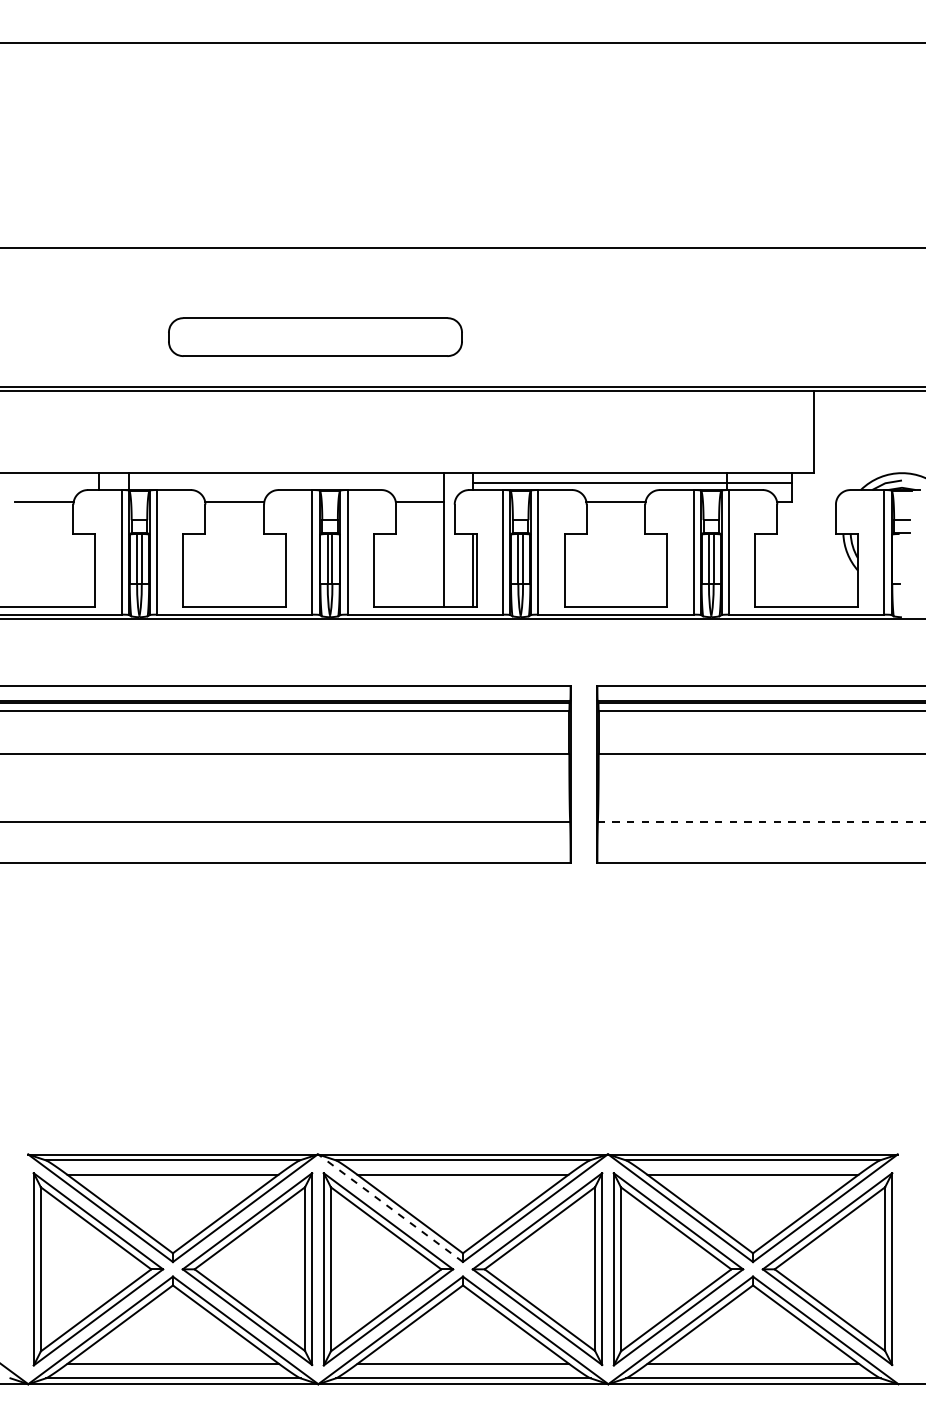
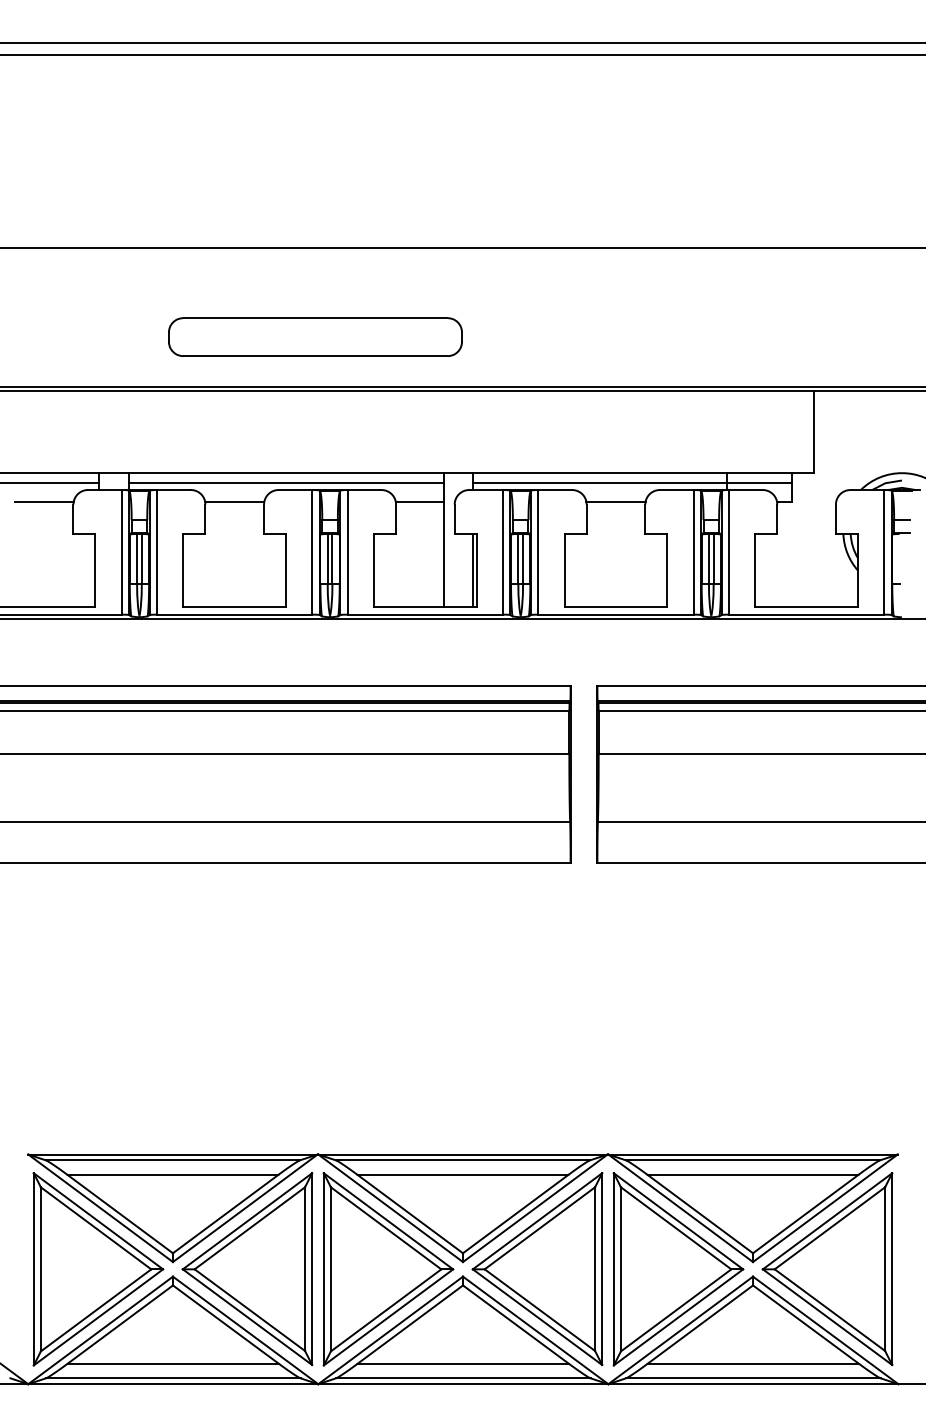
line at (462, 54): none -> present
line at (50, 482): none -> present
line at (285, 482): none -> present
line at (761, 821): dashed -> solid
line at (390, 1207): dashed -> solid
